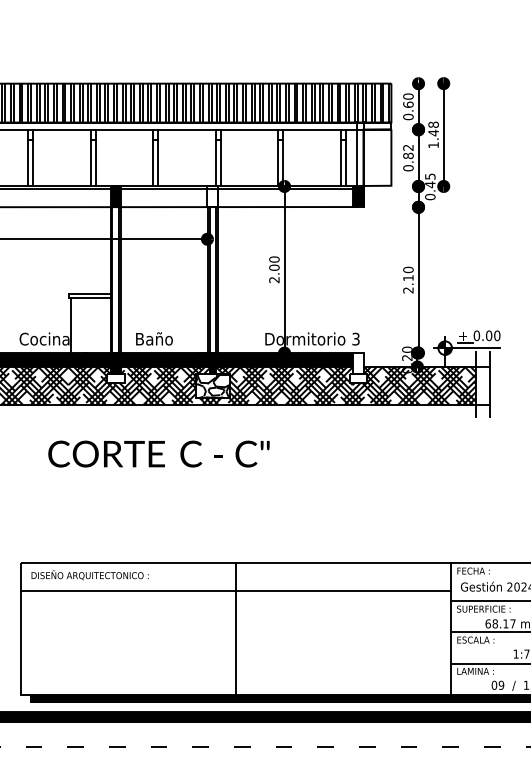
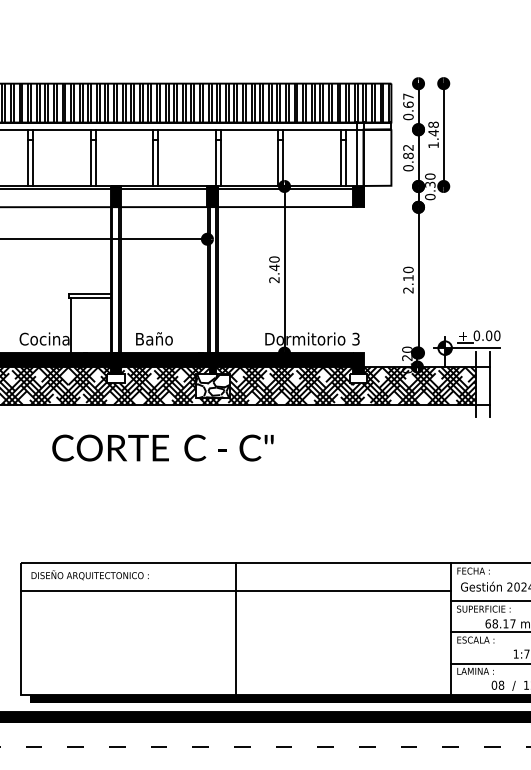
text at (408, 96): 0.60 -> 0.67
text at (430, 180): 0.45 -> 0.30
fill at (212, 196): none -> present
text at (274, 267): 2.00 -> 2.40
fill at (358, 363): none -> present
text at (158, 453) position: (158, 453) -> (162, 447)
text at (501, 685): 09 -> 08
